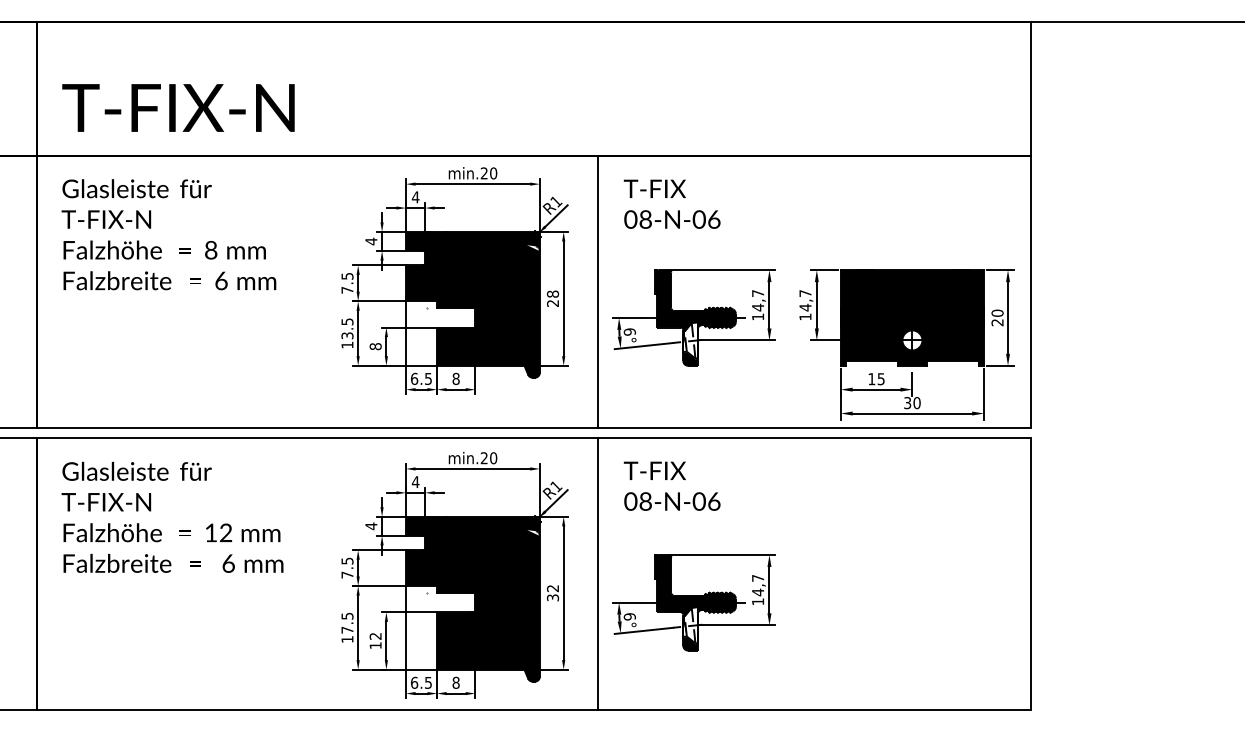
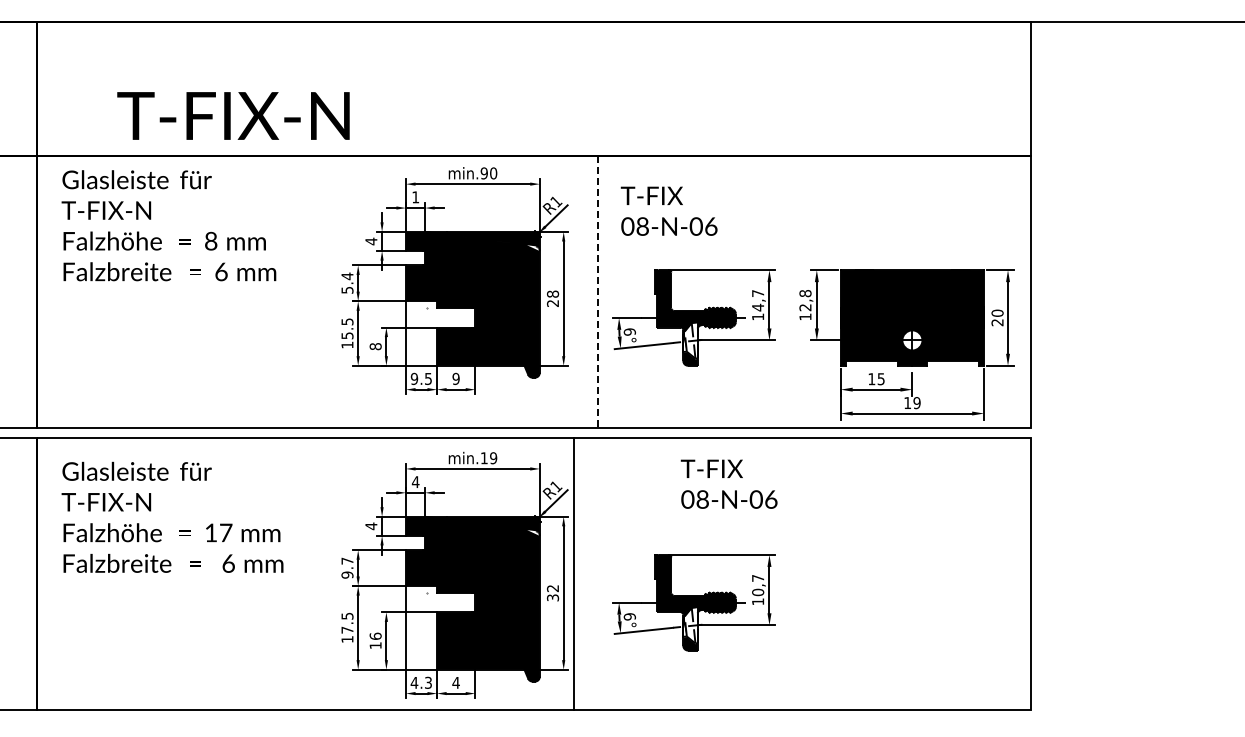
text at (178, 107) position: (178, 107) -> (233, 115)
text at (483, 173): min.20 -> min.90
text at (415, 197): 4 -> 1
text at (671, 203) position: (671, 203) -> (668, 210)
text at (168, 234) position: (168, 234) -> (168, 225)
text at (347, 282): 7.5 -> 5.4
line at (597, 292): solid -> dashed
text at (805, 300): 14,7 -> 12,8
text at (346, 335): 13.5 -> 15.5
text at (414, 378): 6.5 -> 9.5
text at (455, 378): 8 -> 9
text at (912, 403): 30 -> 19
text at (488, 458): min.20 -> min.19
text at (671, 485) position: (671, 485) -> (728, 483)
text at (225, 532): 12 -> 17
text at (347, 567): 7.5 -> 9.7
line at (597, 573) position: (597, 573) -> (573, 573)
text at (758, 592): 14,7 -> 10,7
text at (375, 635): 12 -> 16
text at (420, 682): 6.5 -> 4.3
text at (455, 682): 8 -> 4
